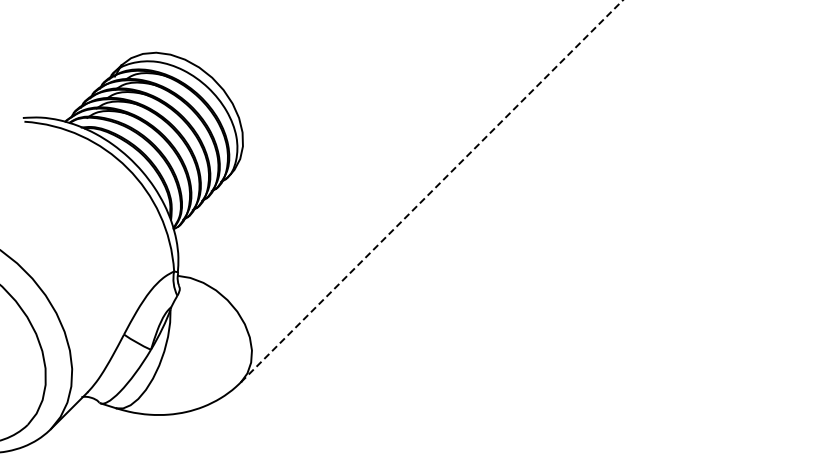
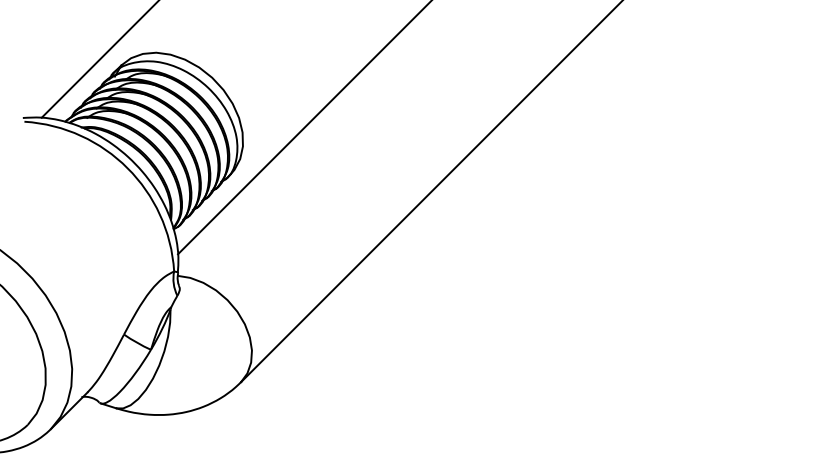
line at (99, 59): none -> present
line at (303, 128): none -> present
line at (432, 190): dashed -> solid
